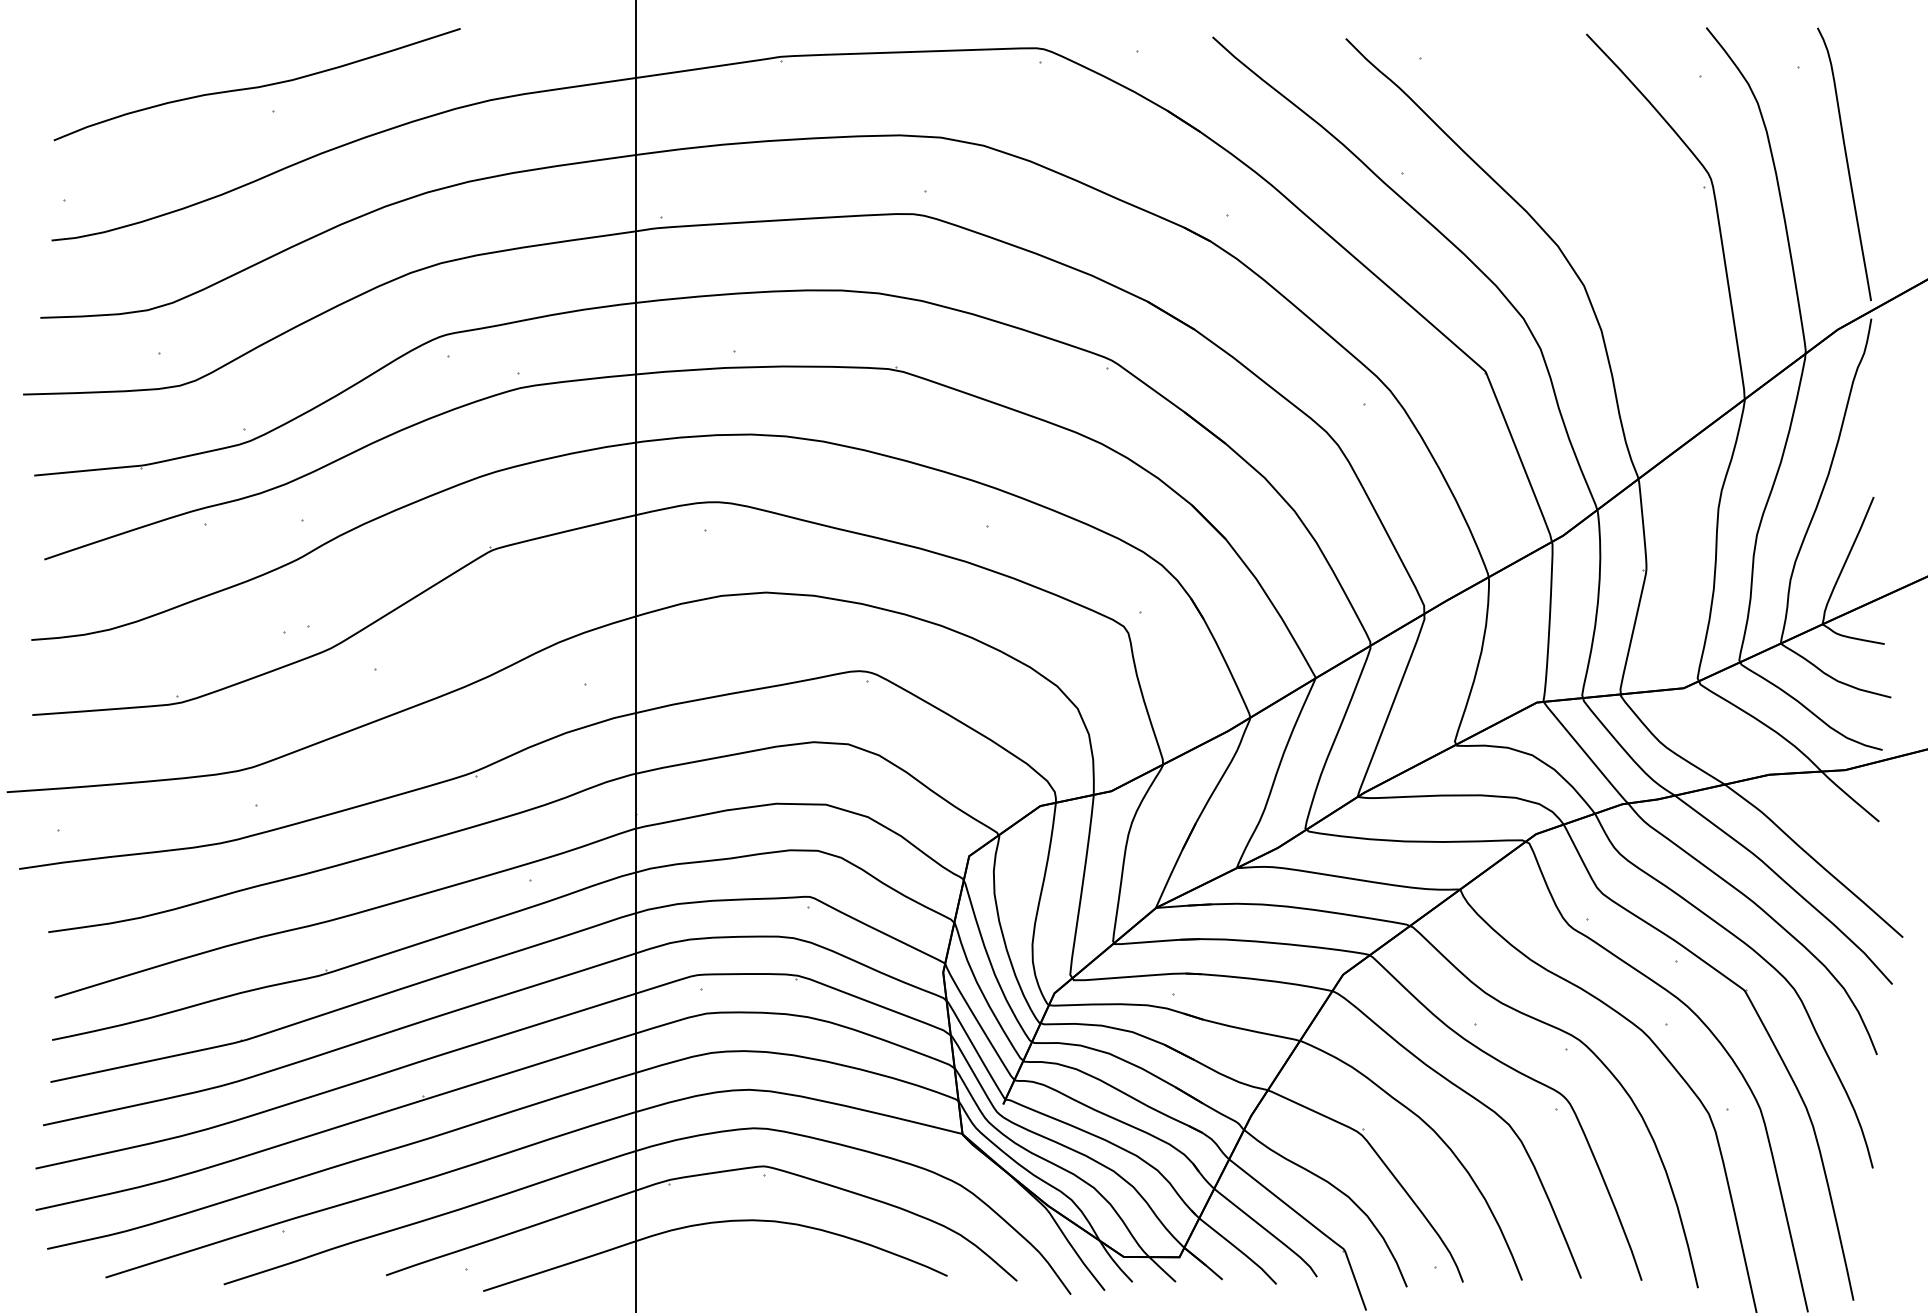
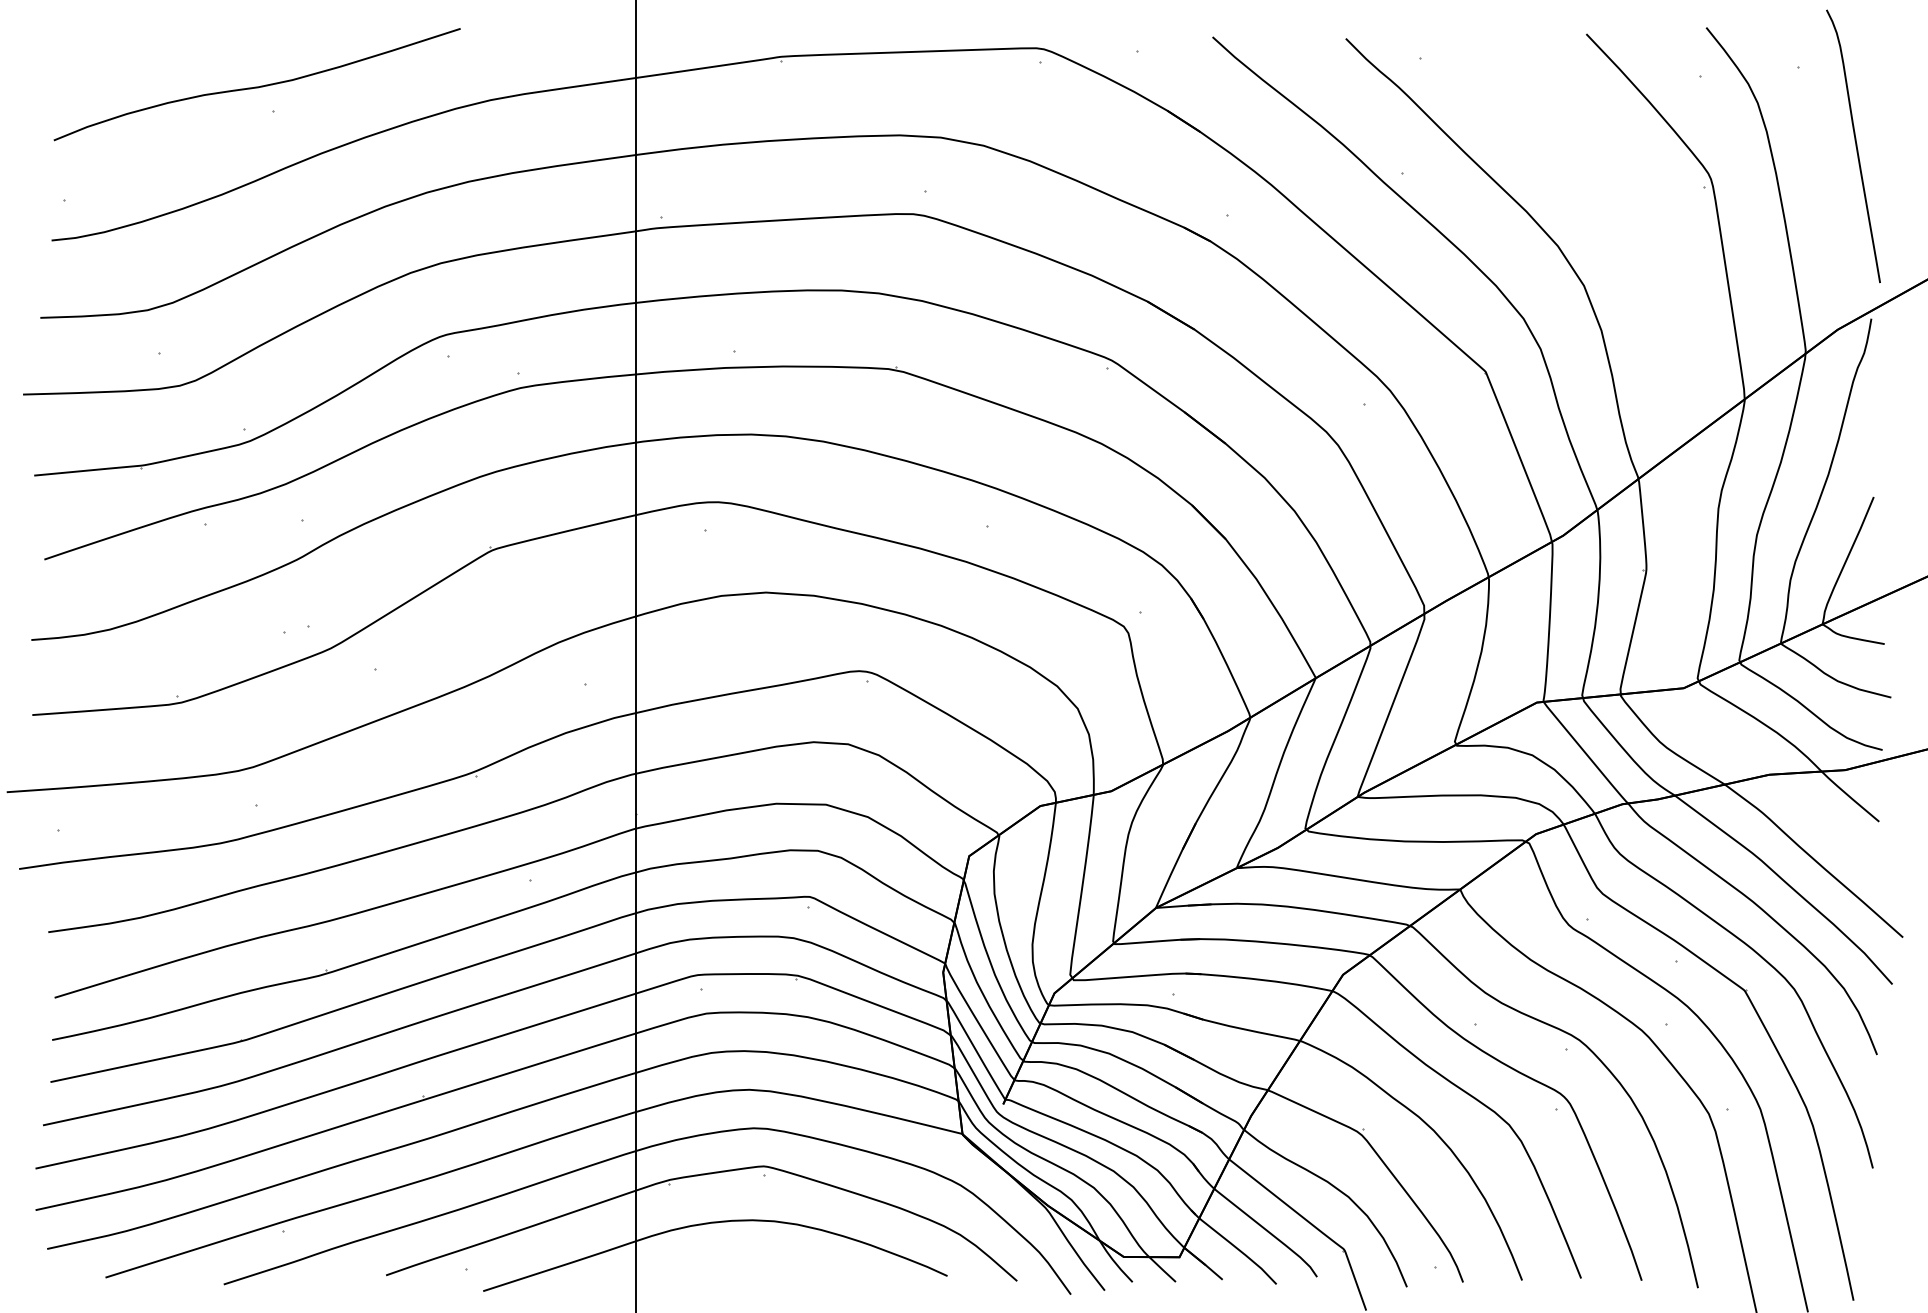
curve at (1846, 164) position: (1846, 164) -> (1855, 146)
